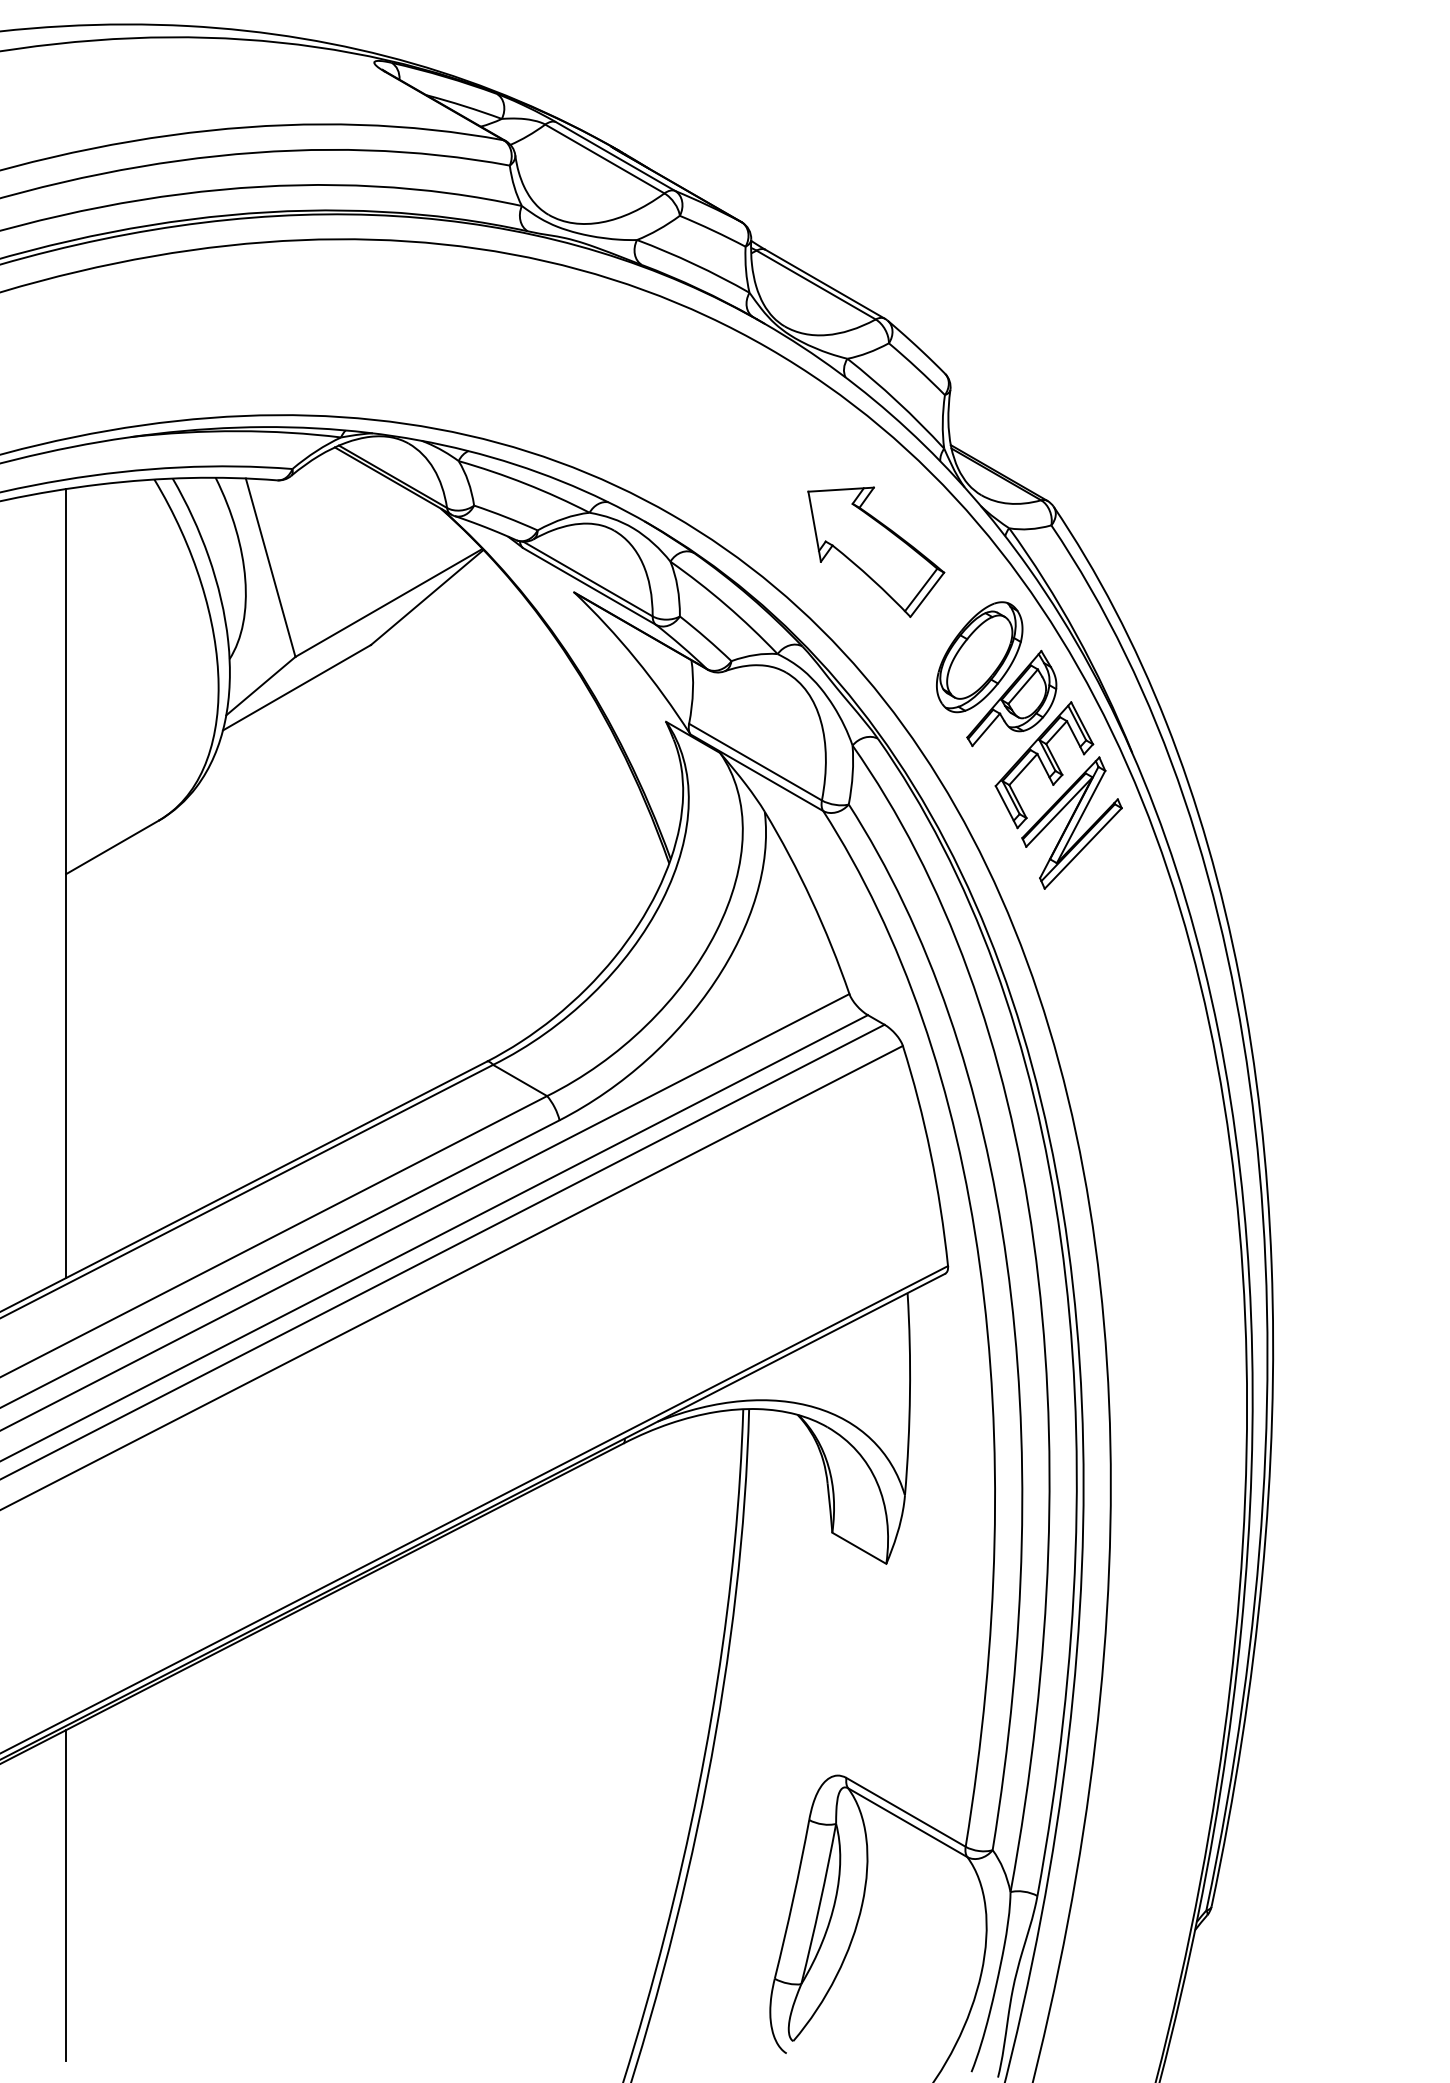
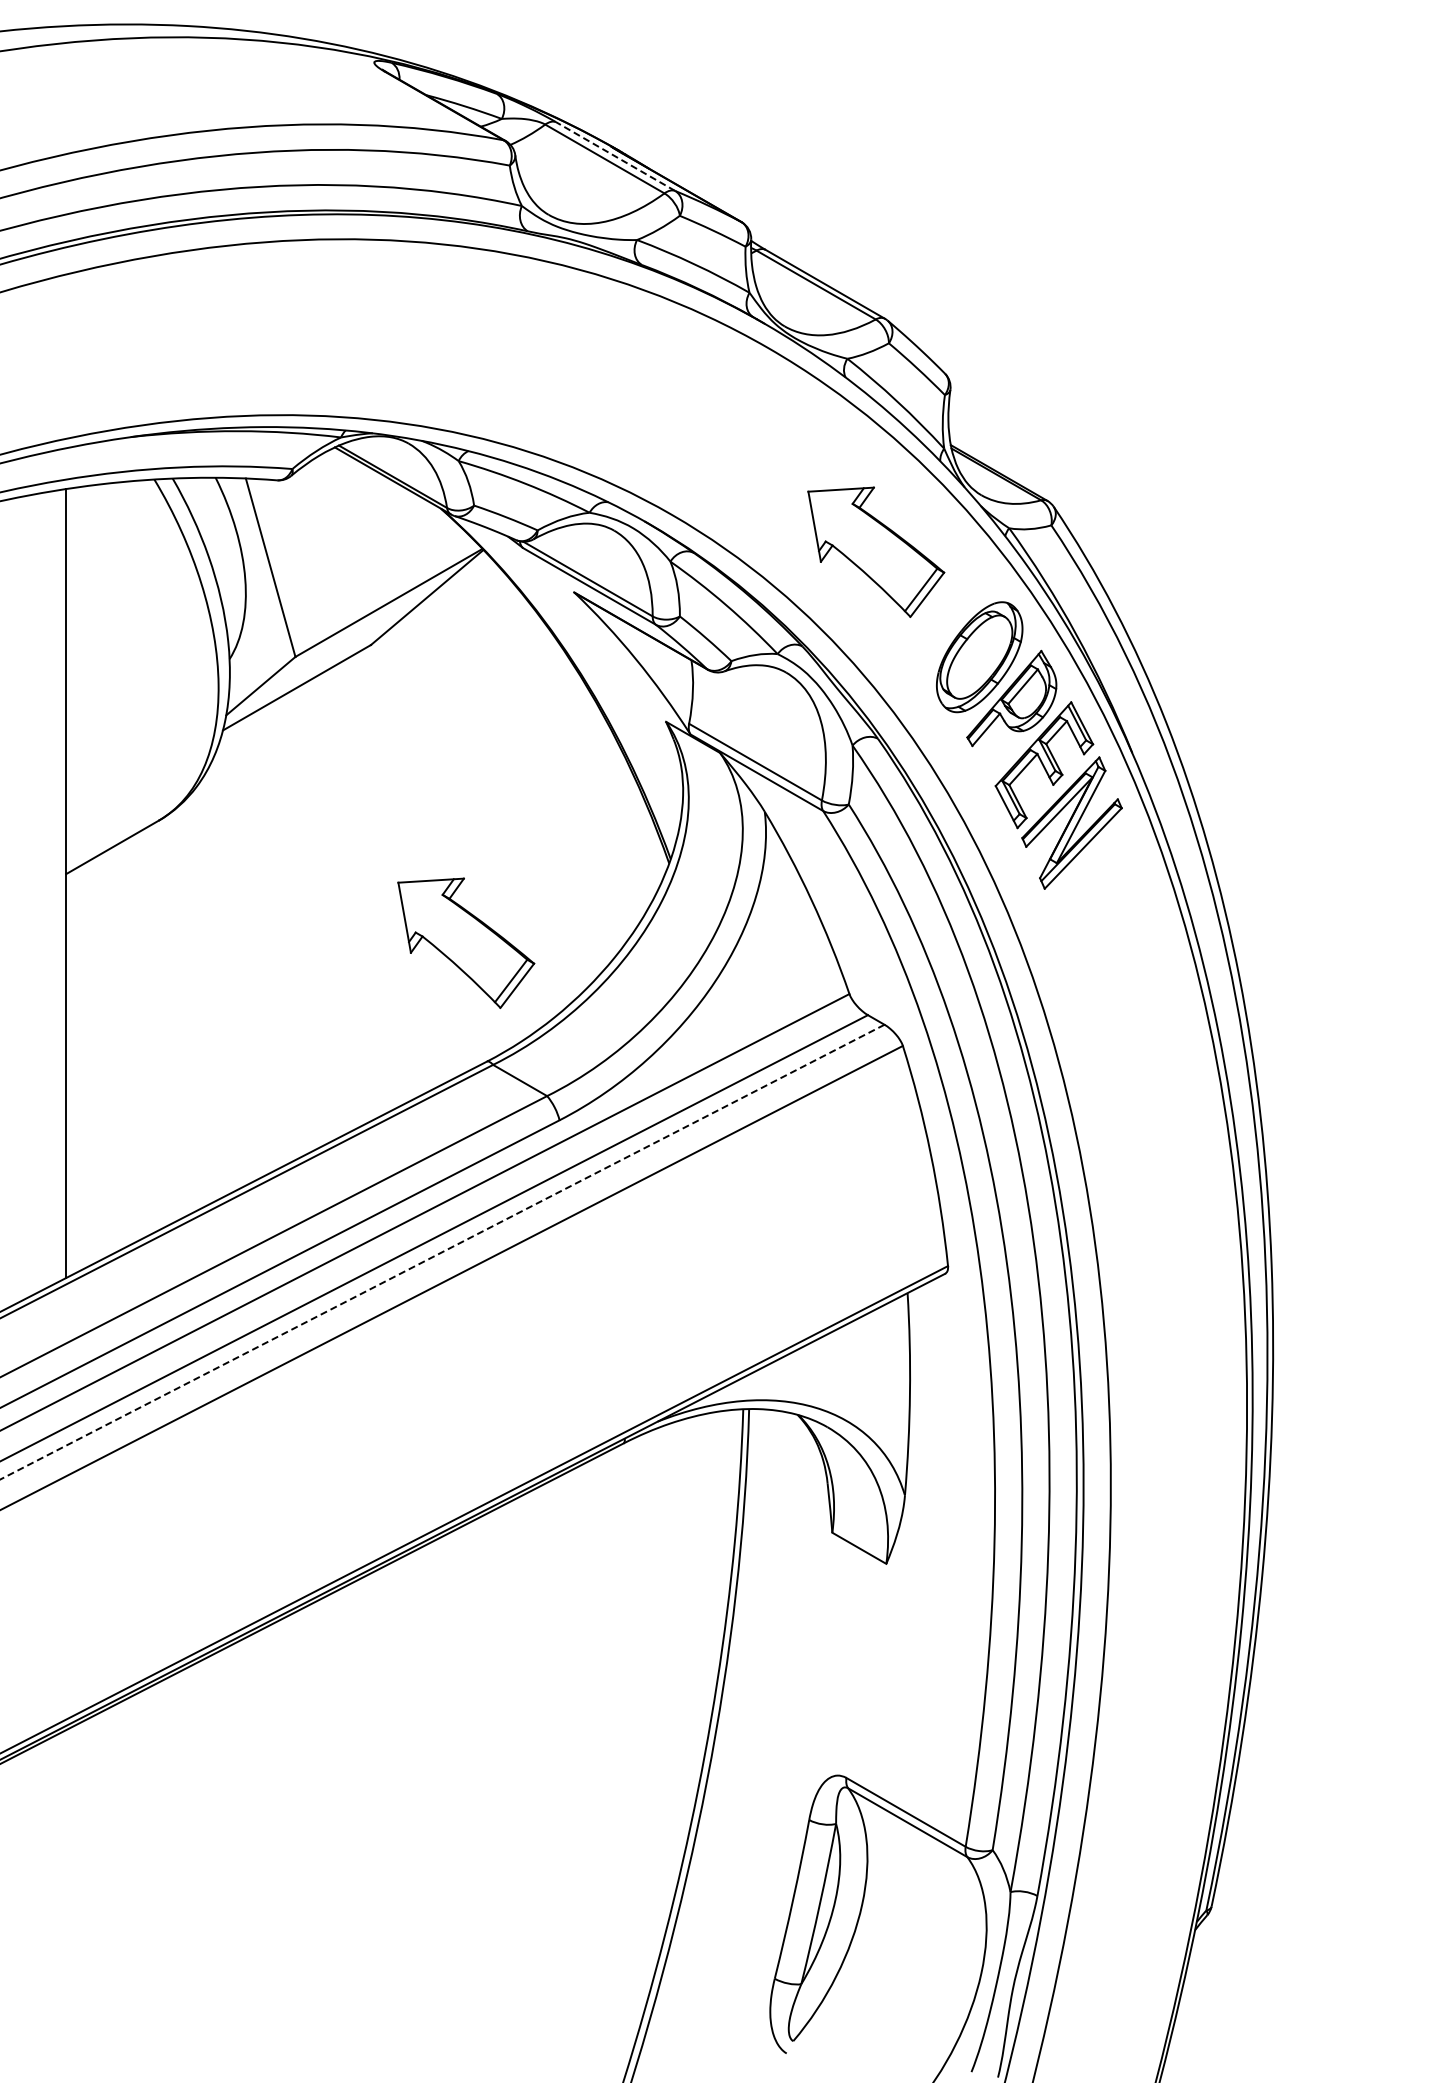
line at (615, 156): solid -> dashed
part at (466, 942): none -> present
line at (441, 1252): solid -> dashed
line at (66, 1895): present -> none
